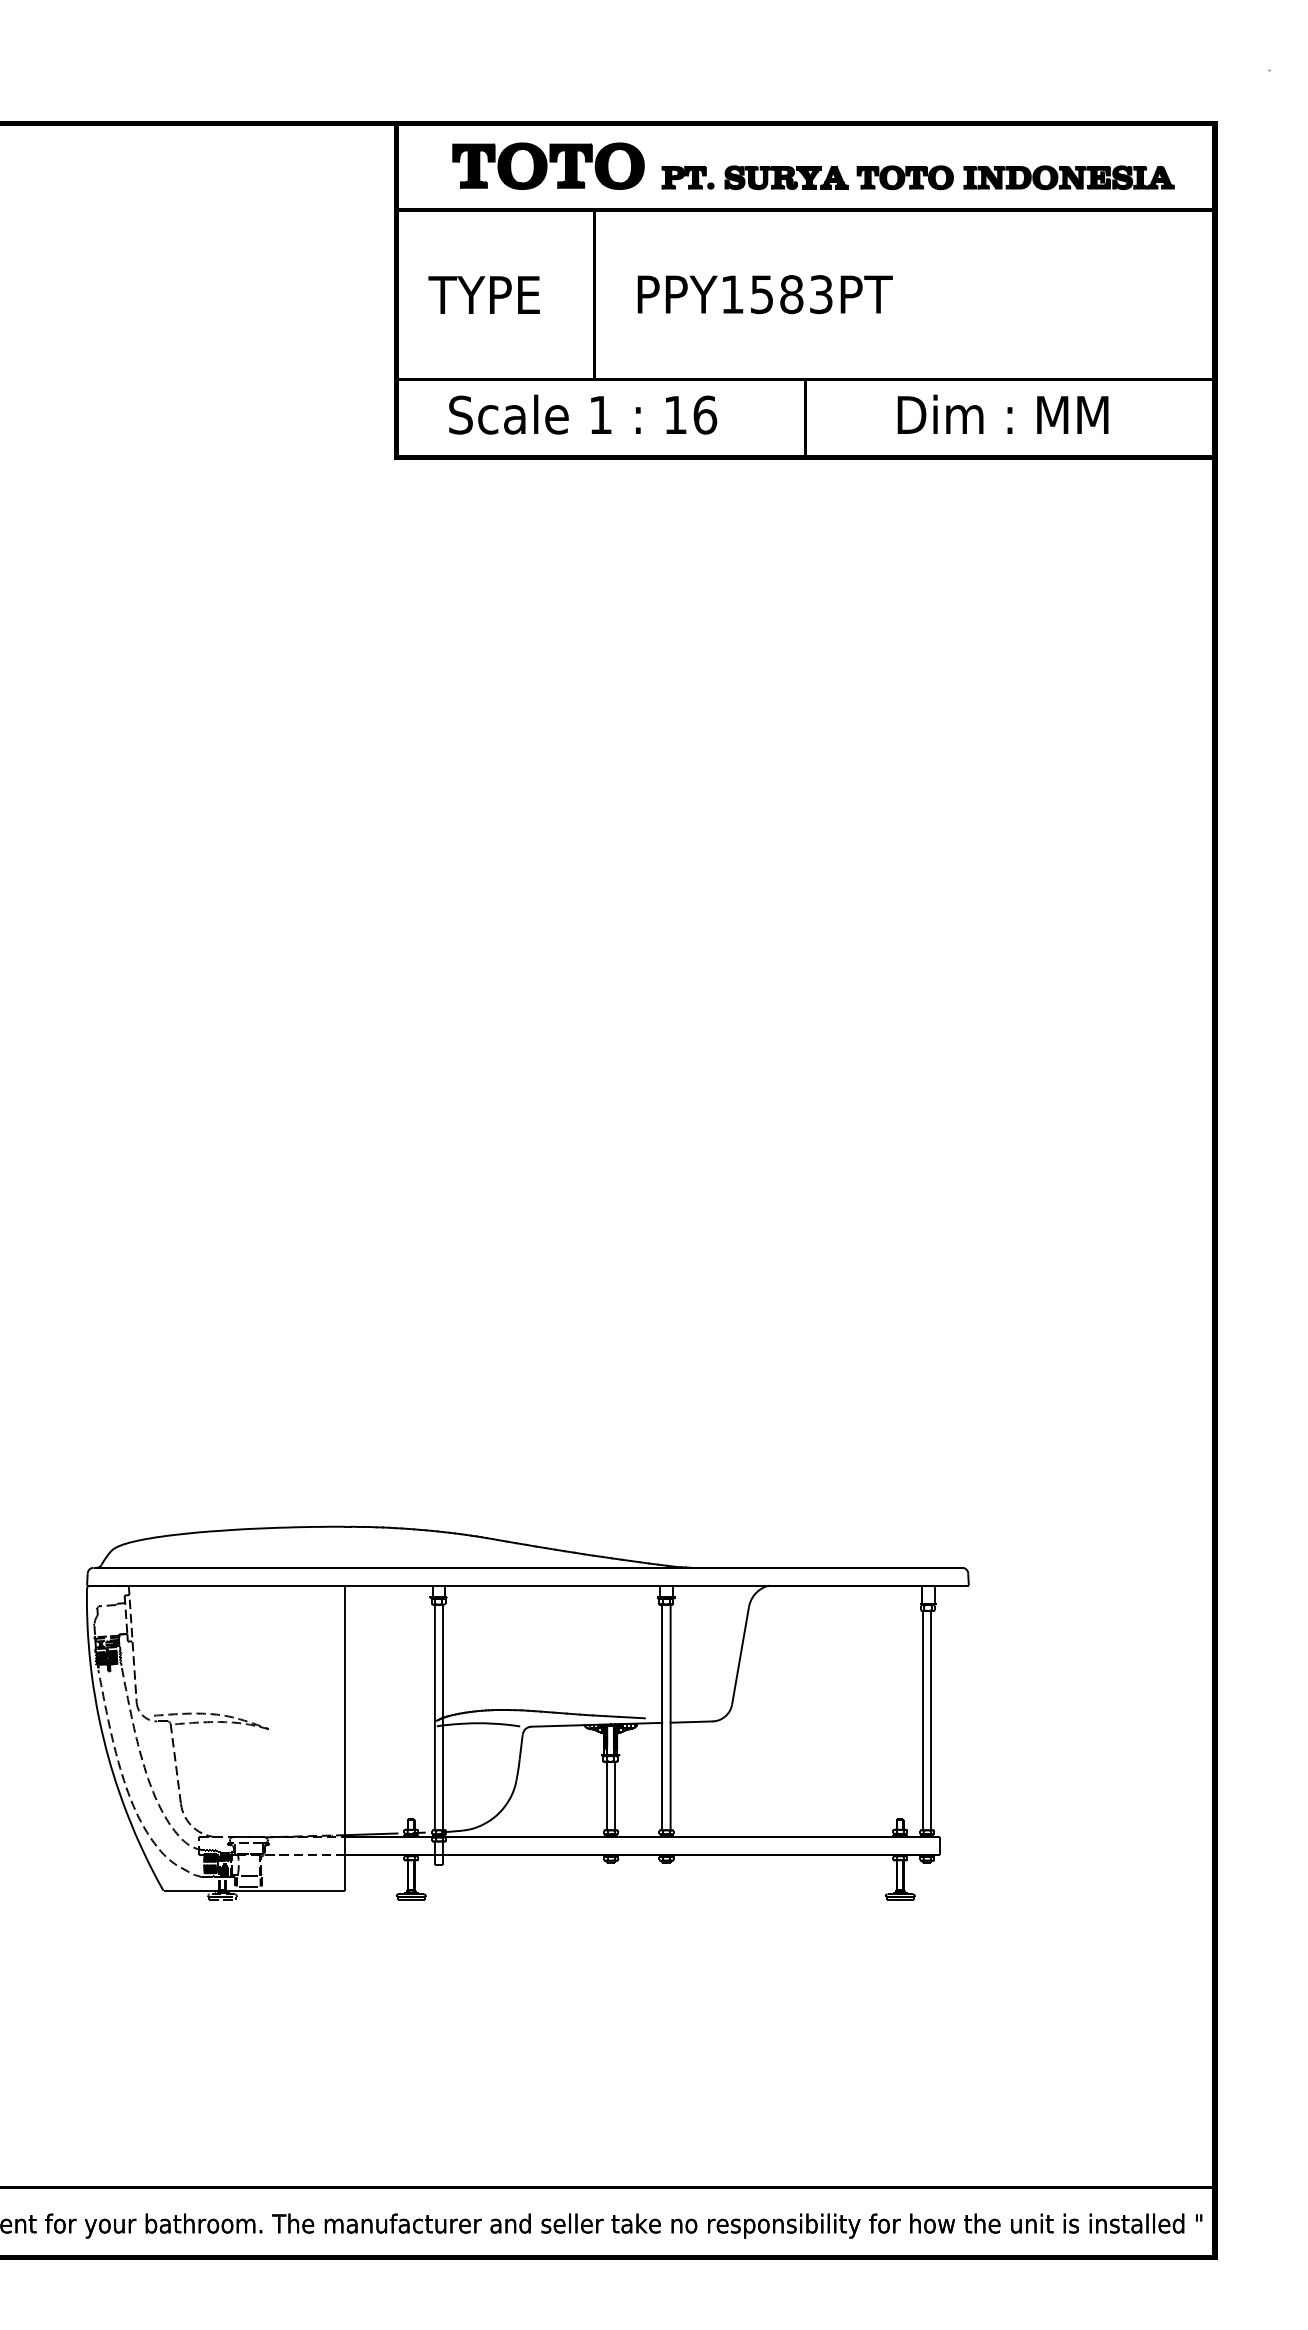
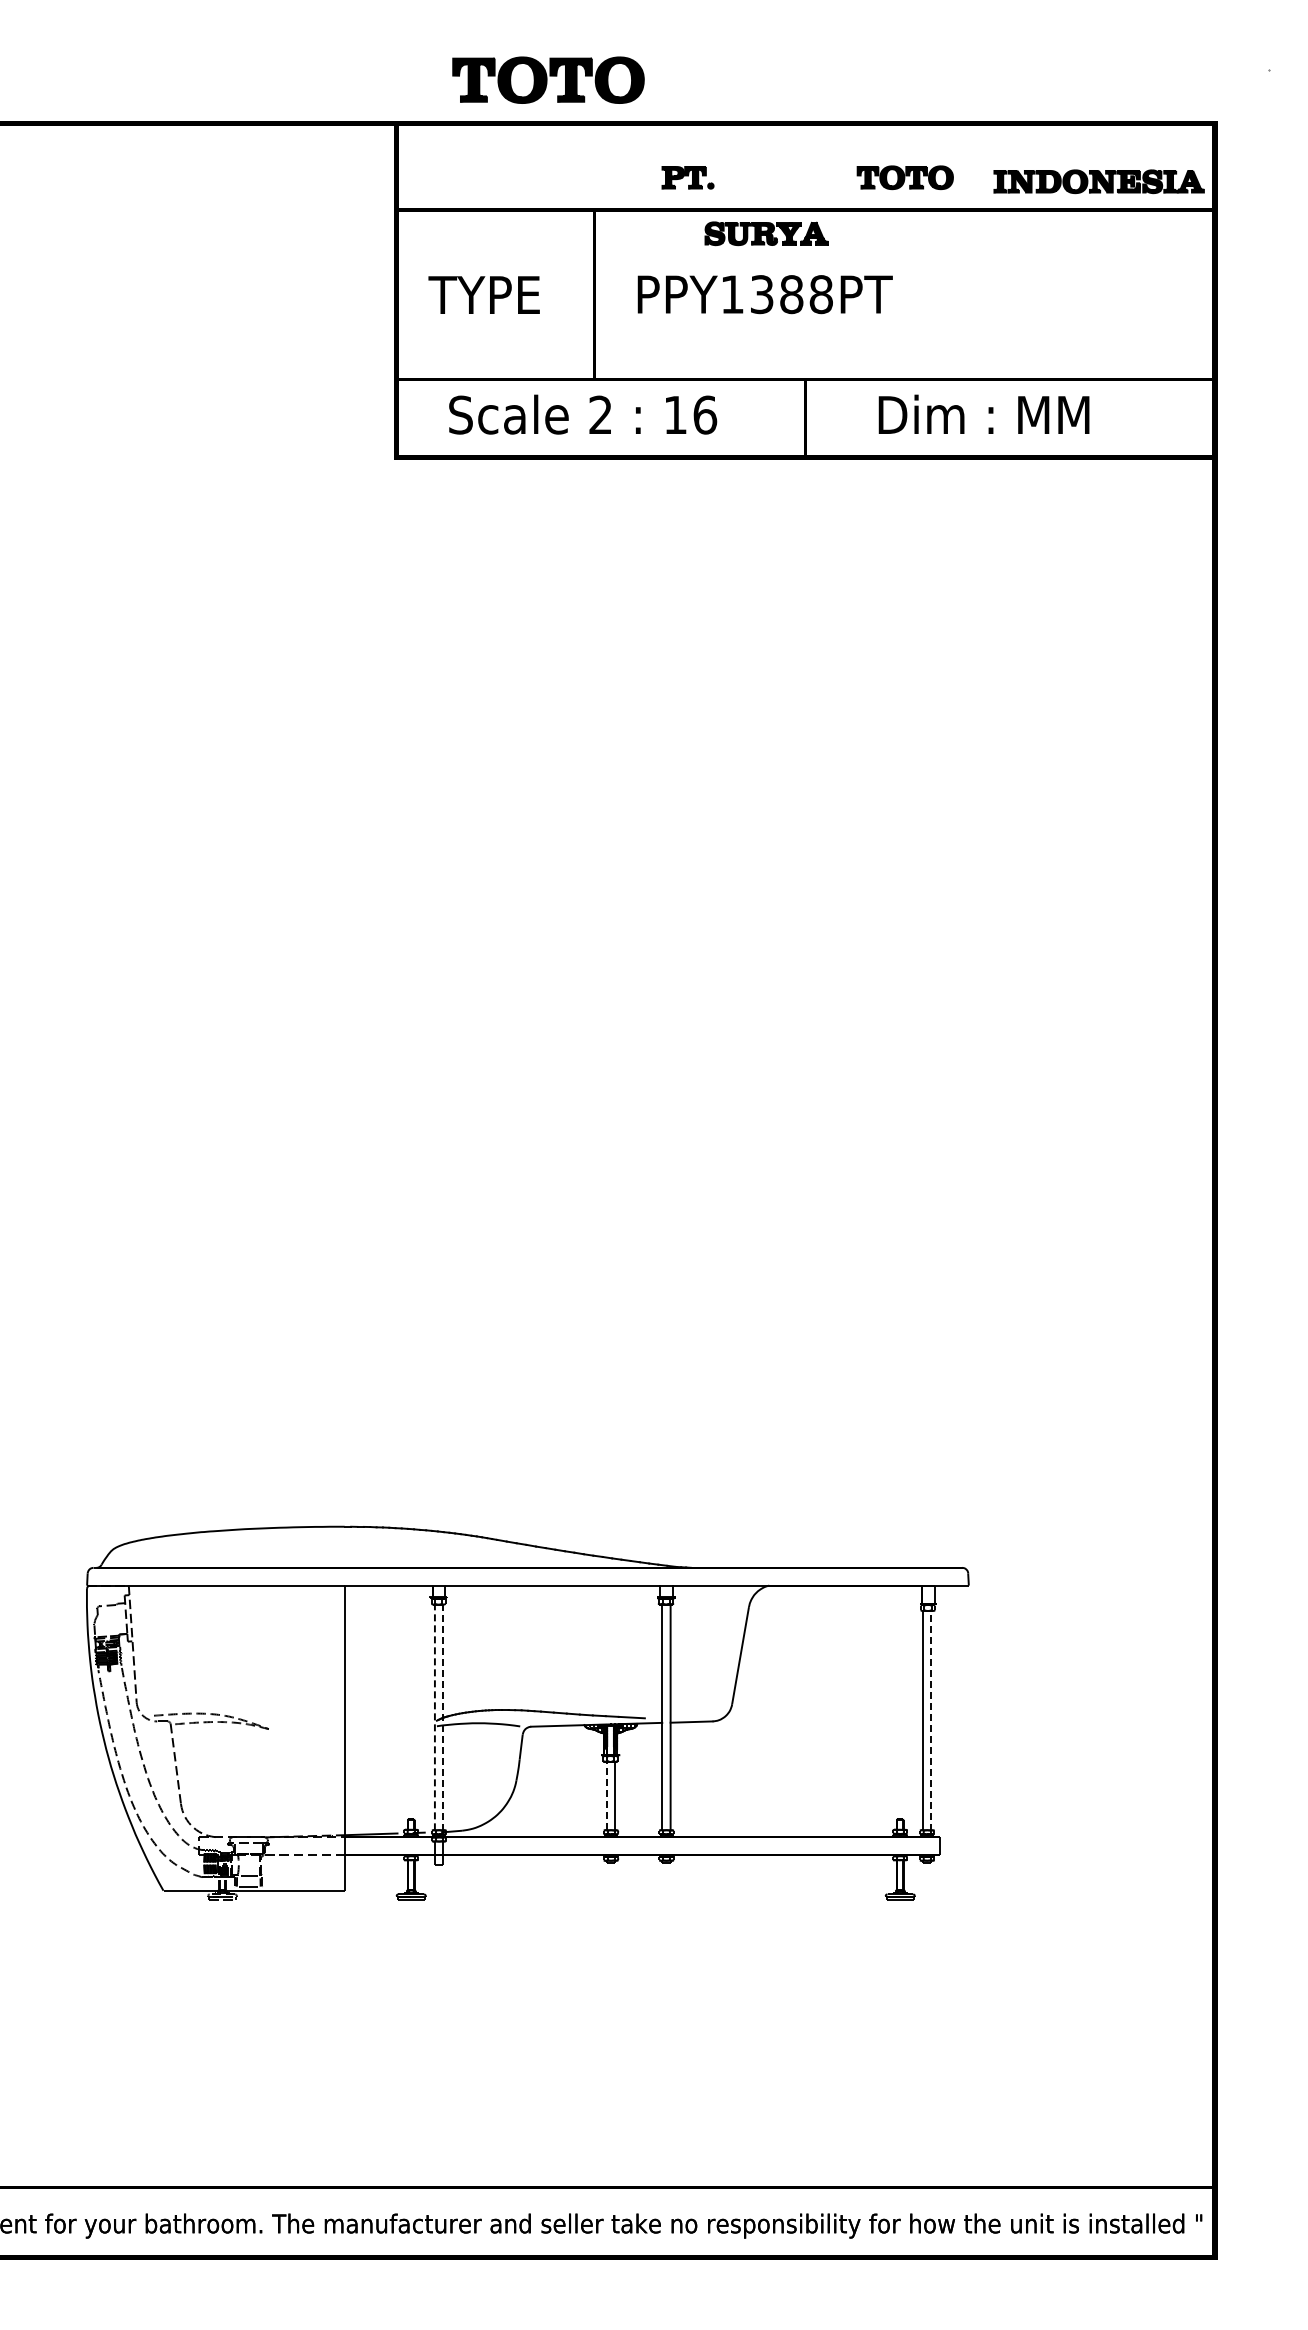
part at (548, 165) position: (548, 165) -> (548, 79)
part at (786, 177) position: (786, 177) -> (766, 233)
part at (1068, 177) position: (1068, 177) -> (1098, 181)
text at (791, 294): PPY1583PT -> PPY1388PT
text at (1002, 413) position: (1002, 413) -> (983, 413)
text at (600, 414): 1 -> 2
line at (434, 1717): solid -> dashed
line at (443, 1717): solid -> dashed
line at (931, 1720): solid -> dashed
line at (606, 1795): solid -> dashed
